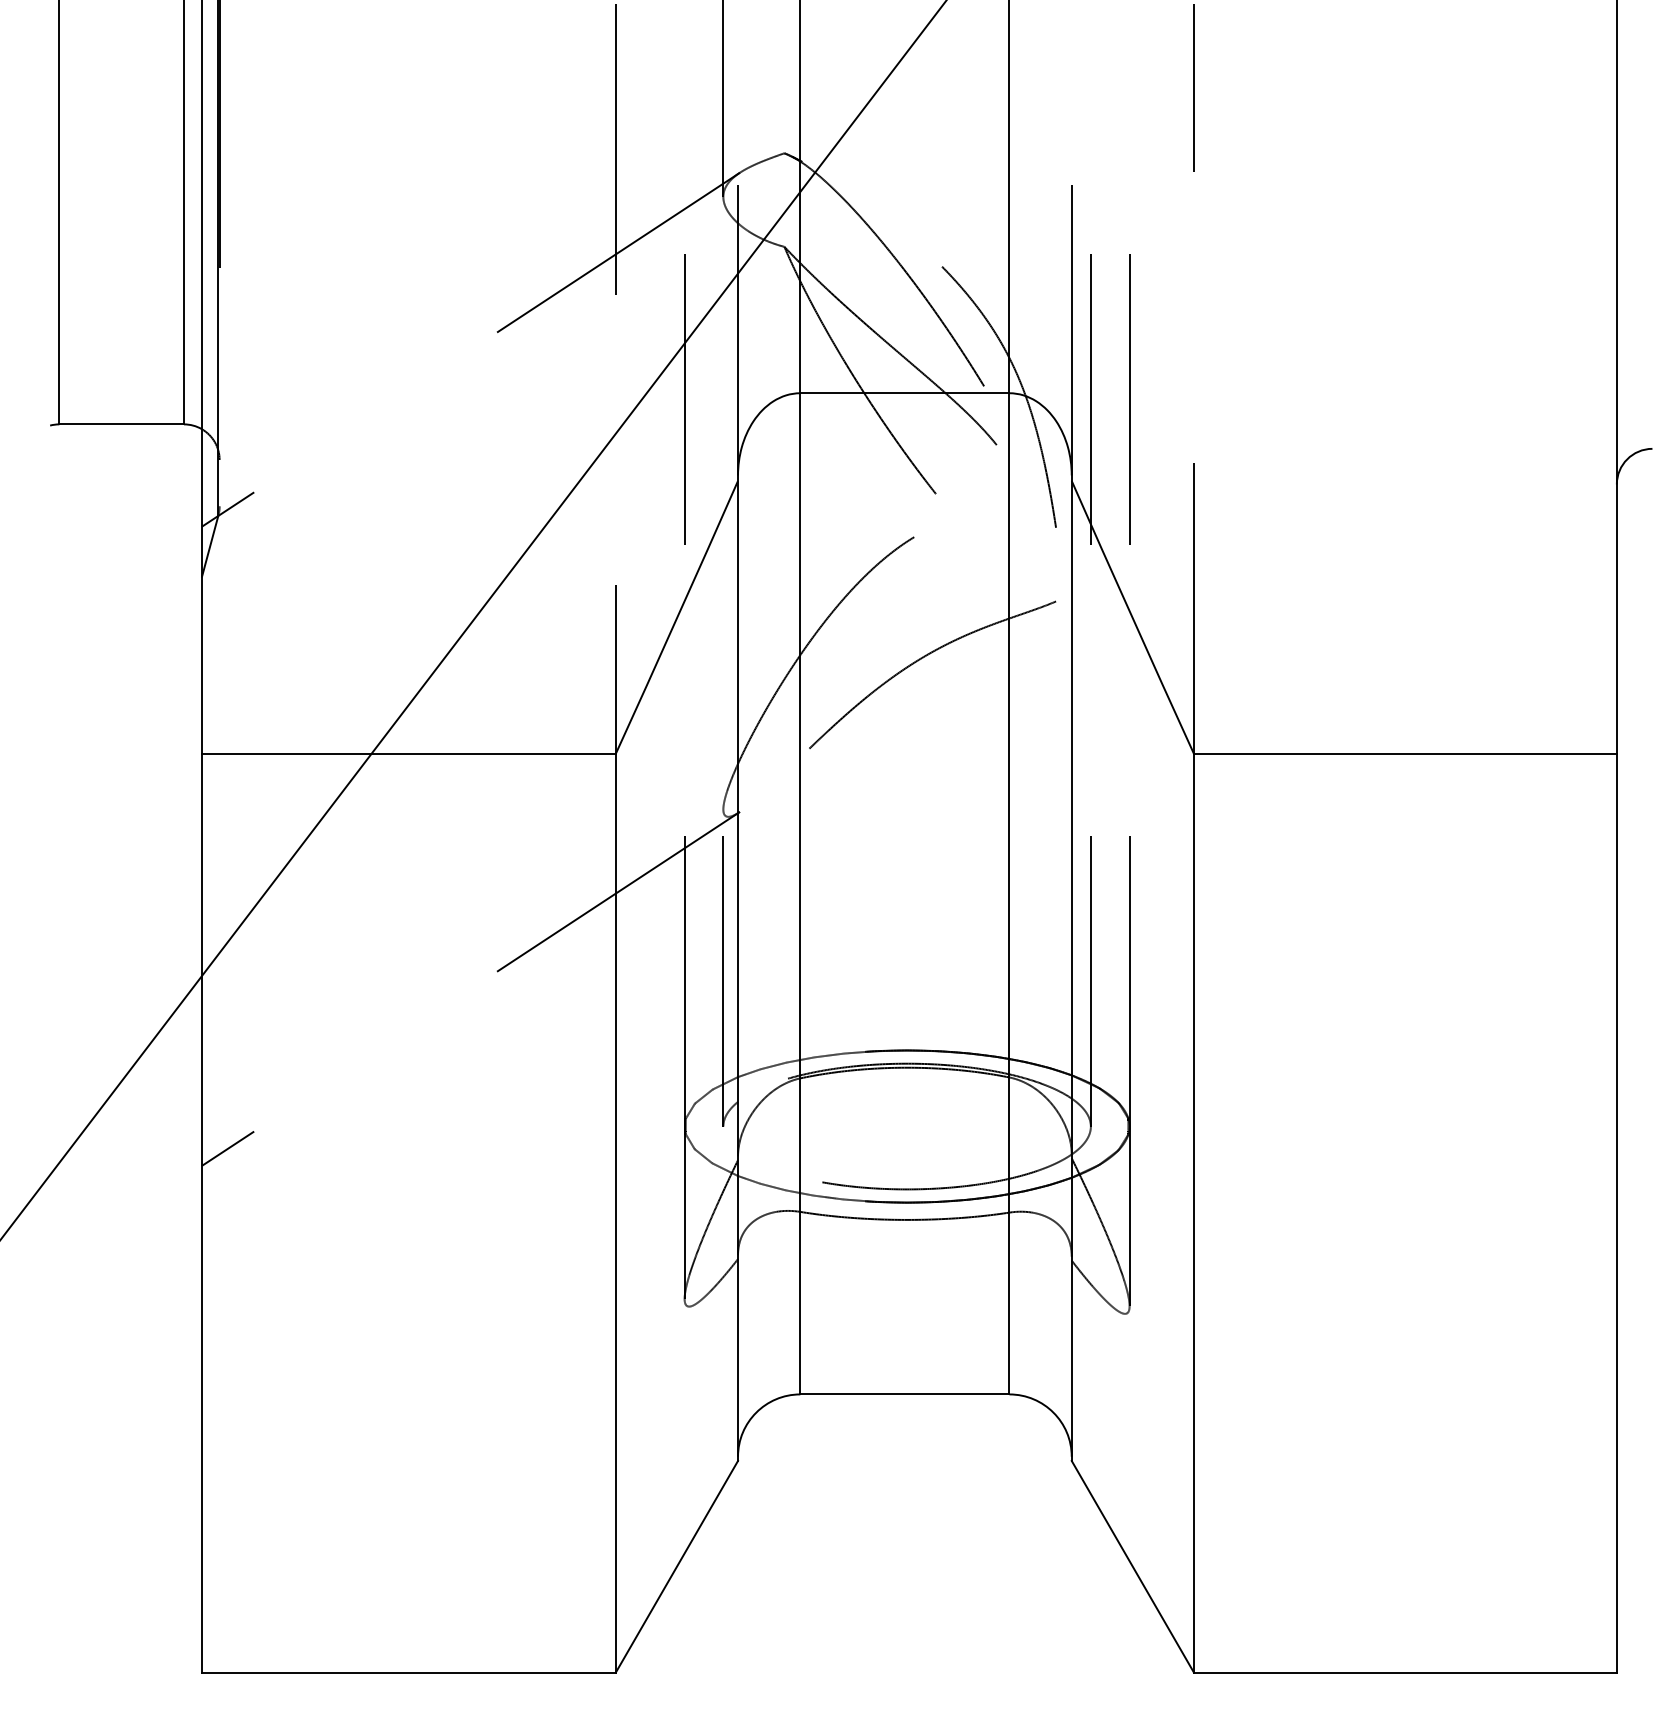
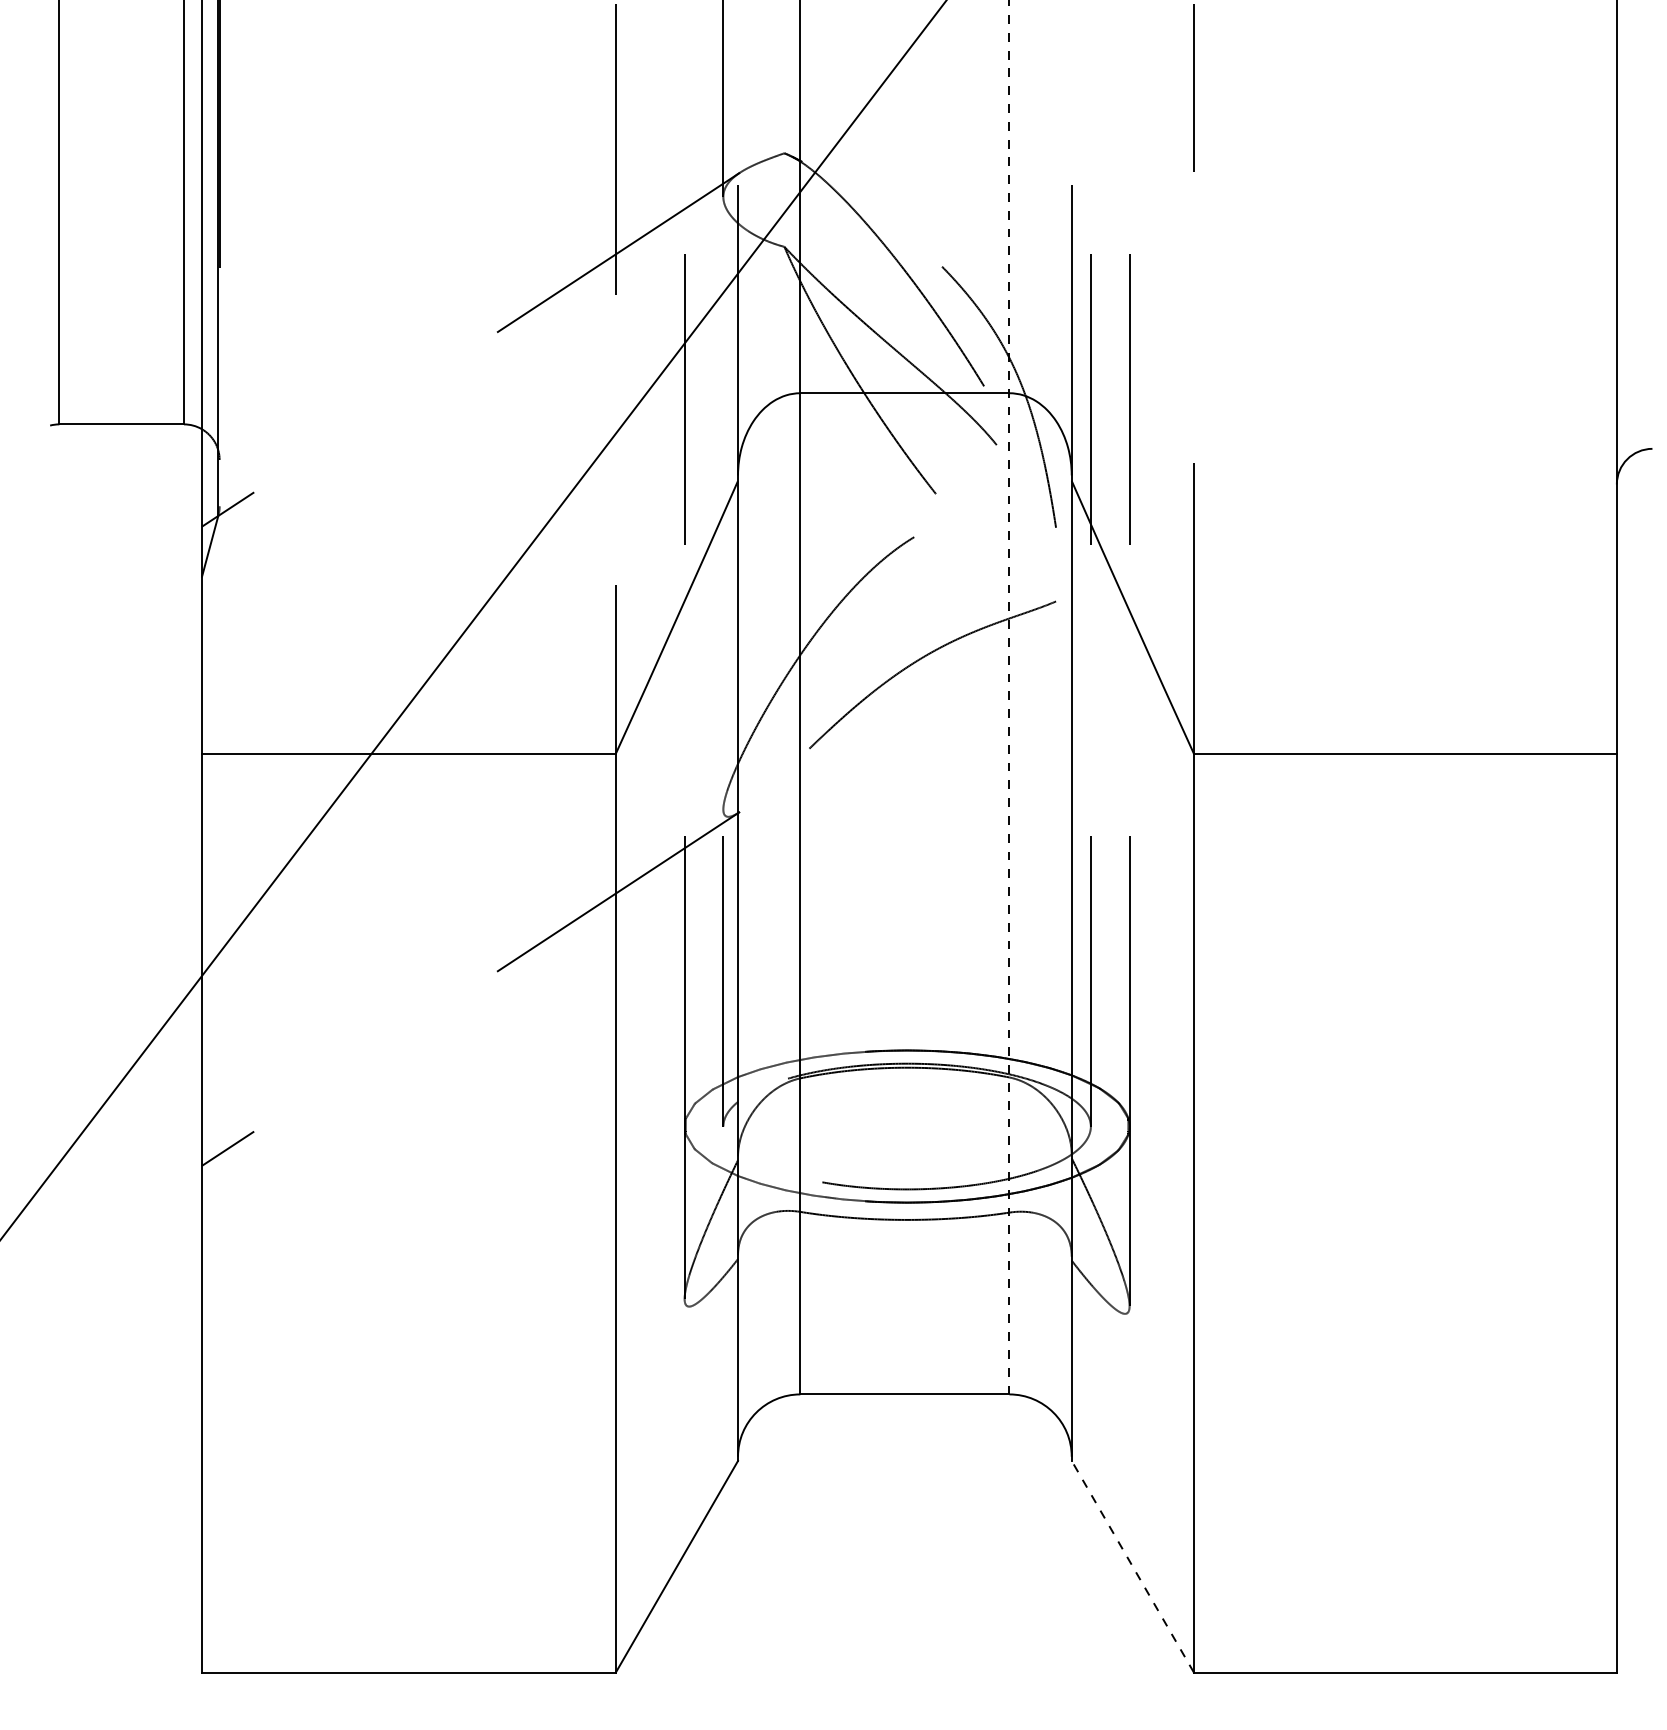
line at (1009, 697): solid -> dashed
line at (1132, 1566): solid -> dashed
